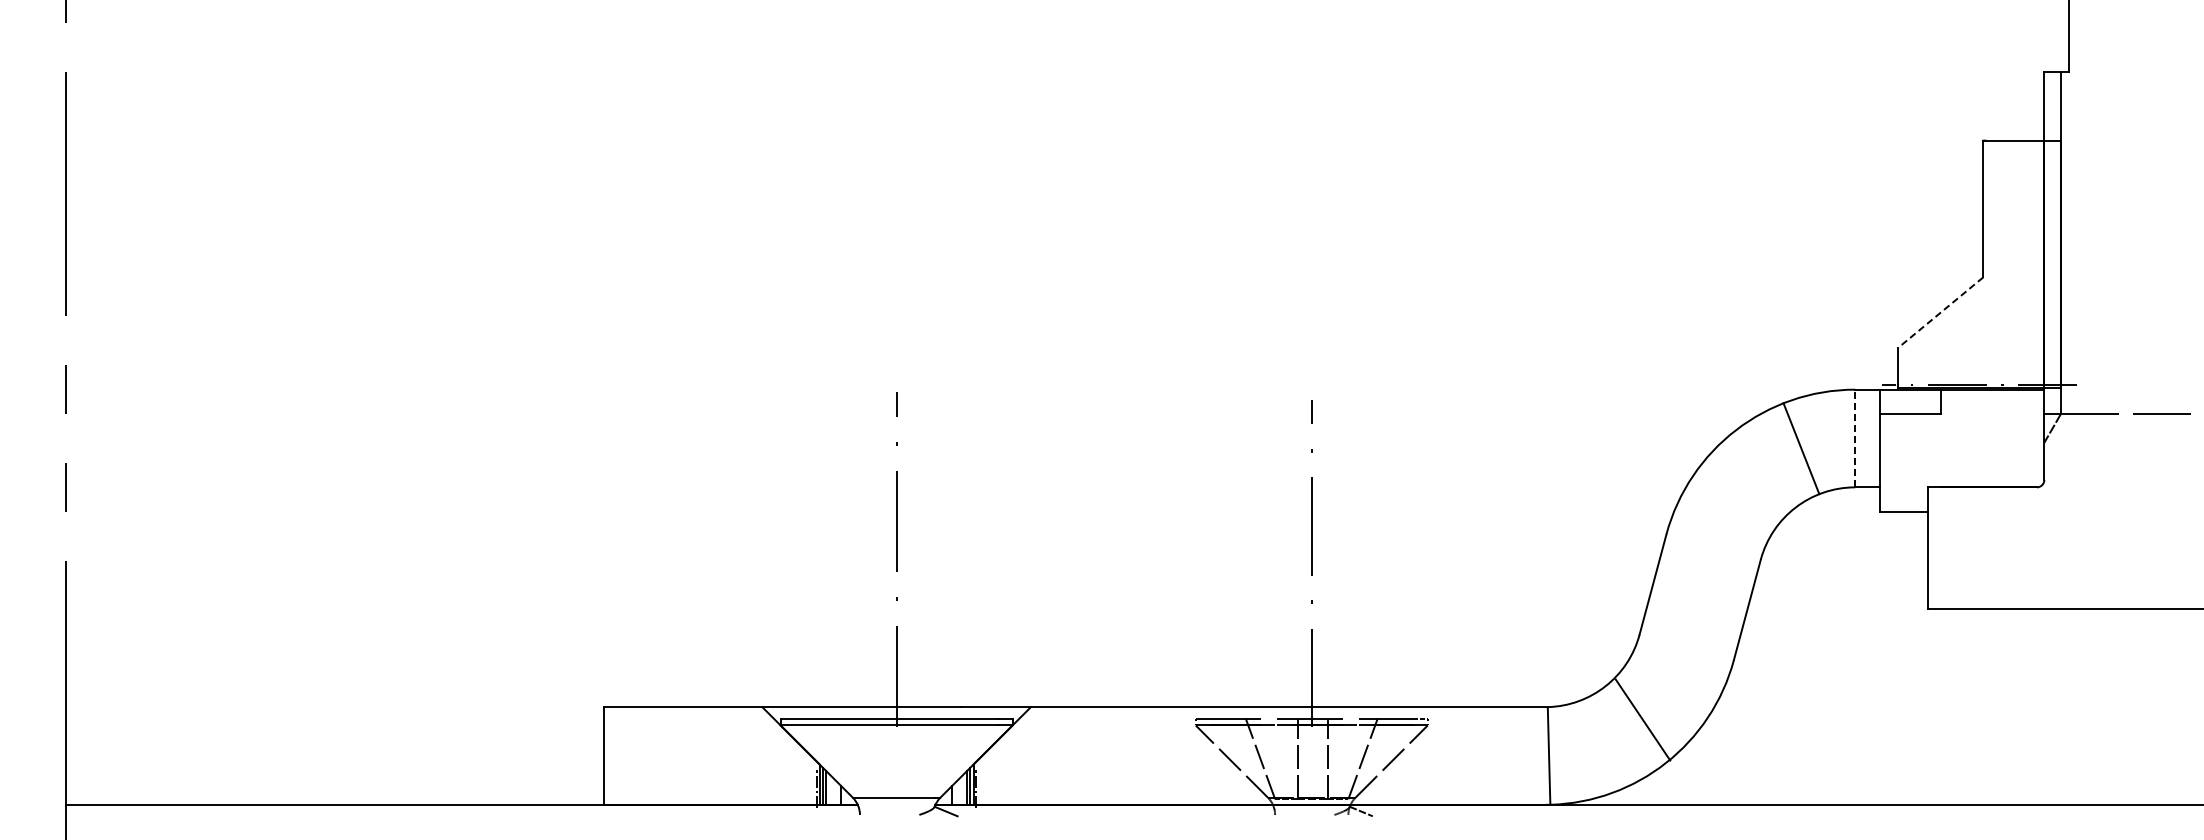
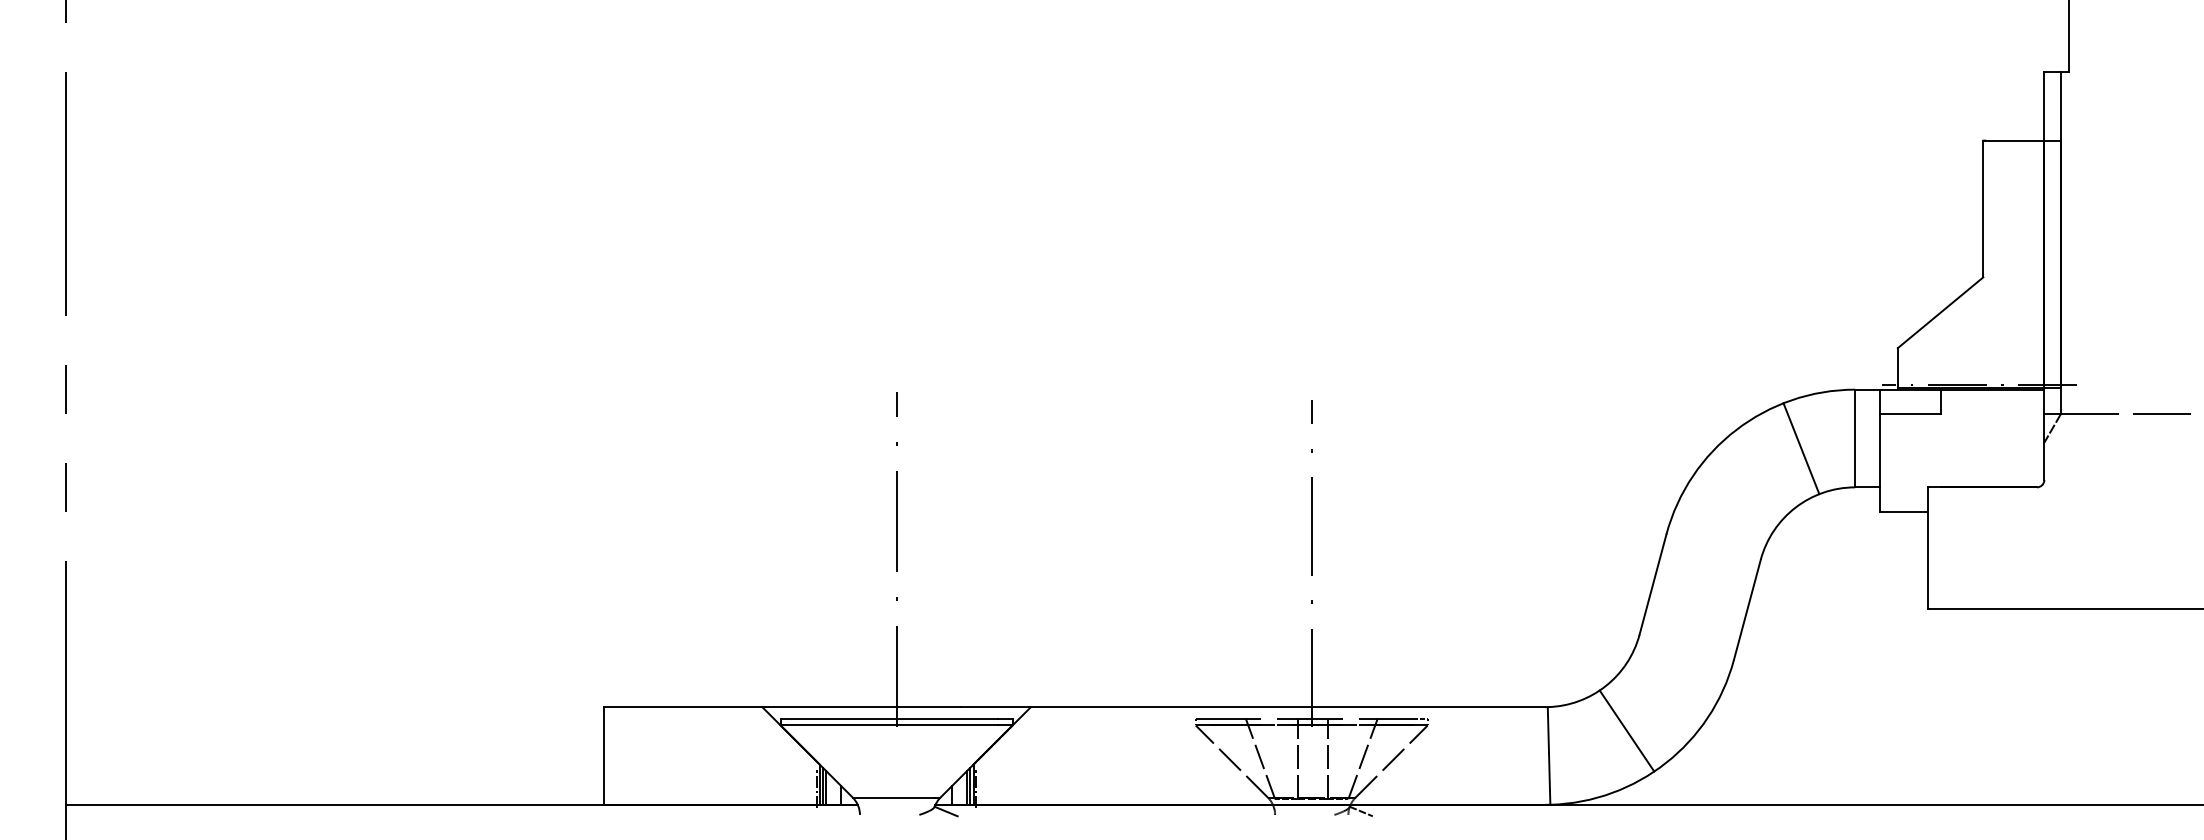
line at (1940, 313): dashed -> solid
line at (1855, 438): dashed -> solid
line at (1642, 719) position: (1642, 719) -> (1626, 730)
